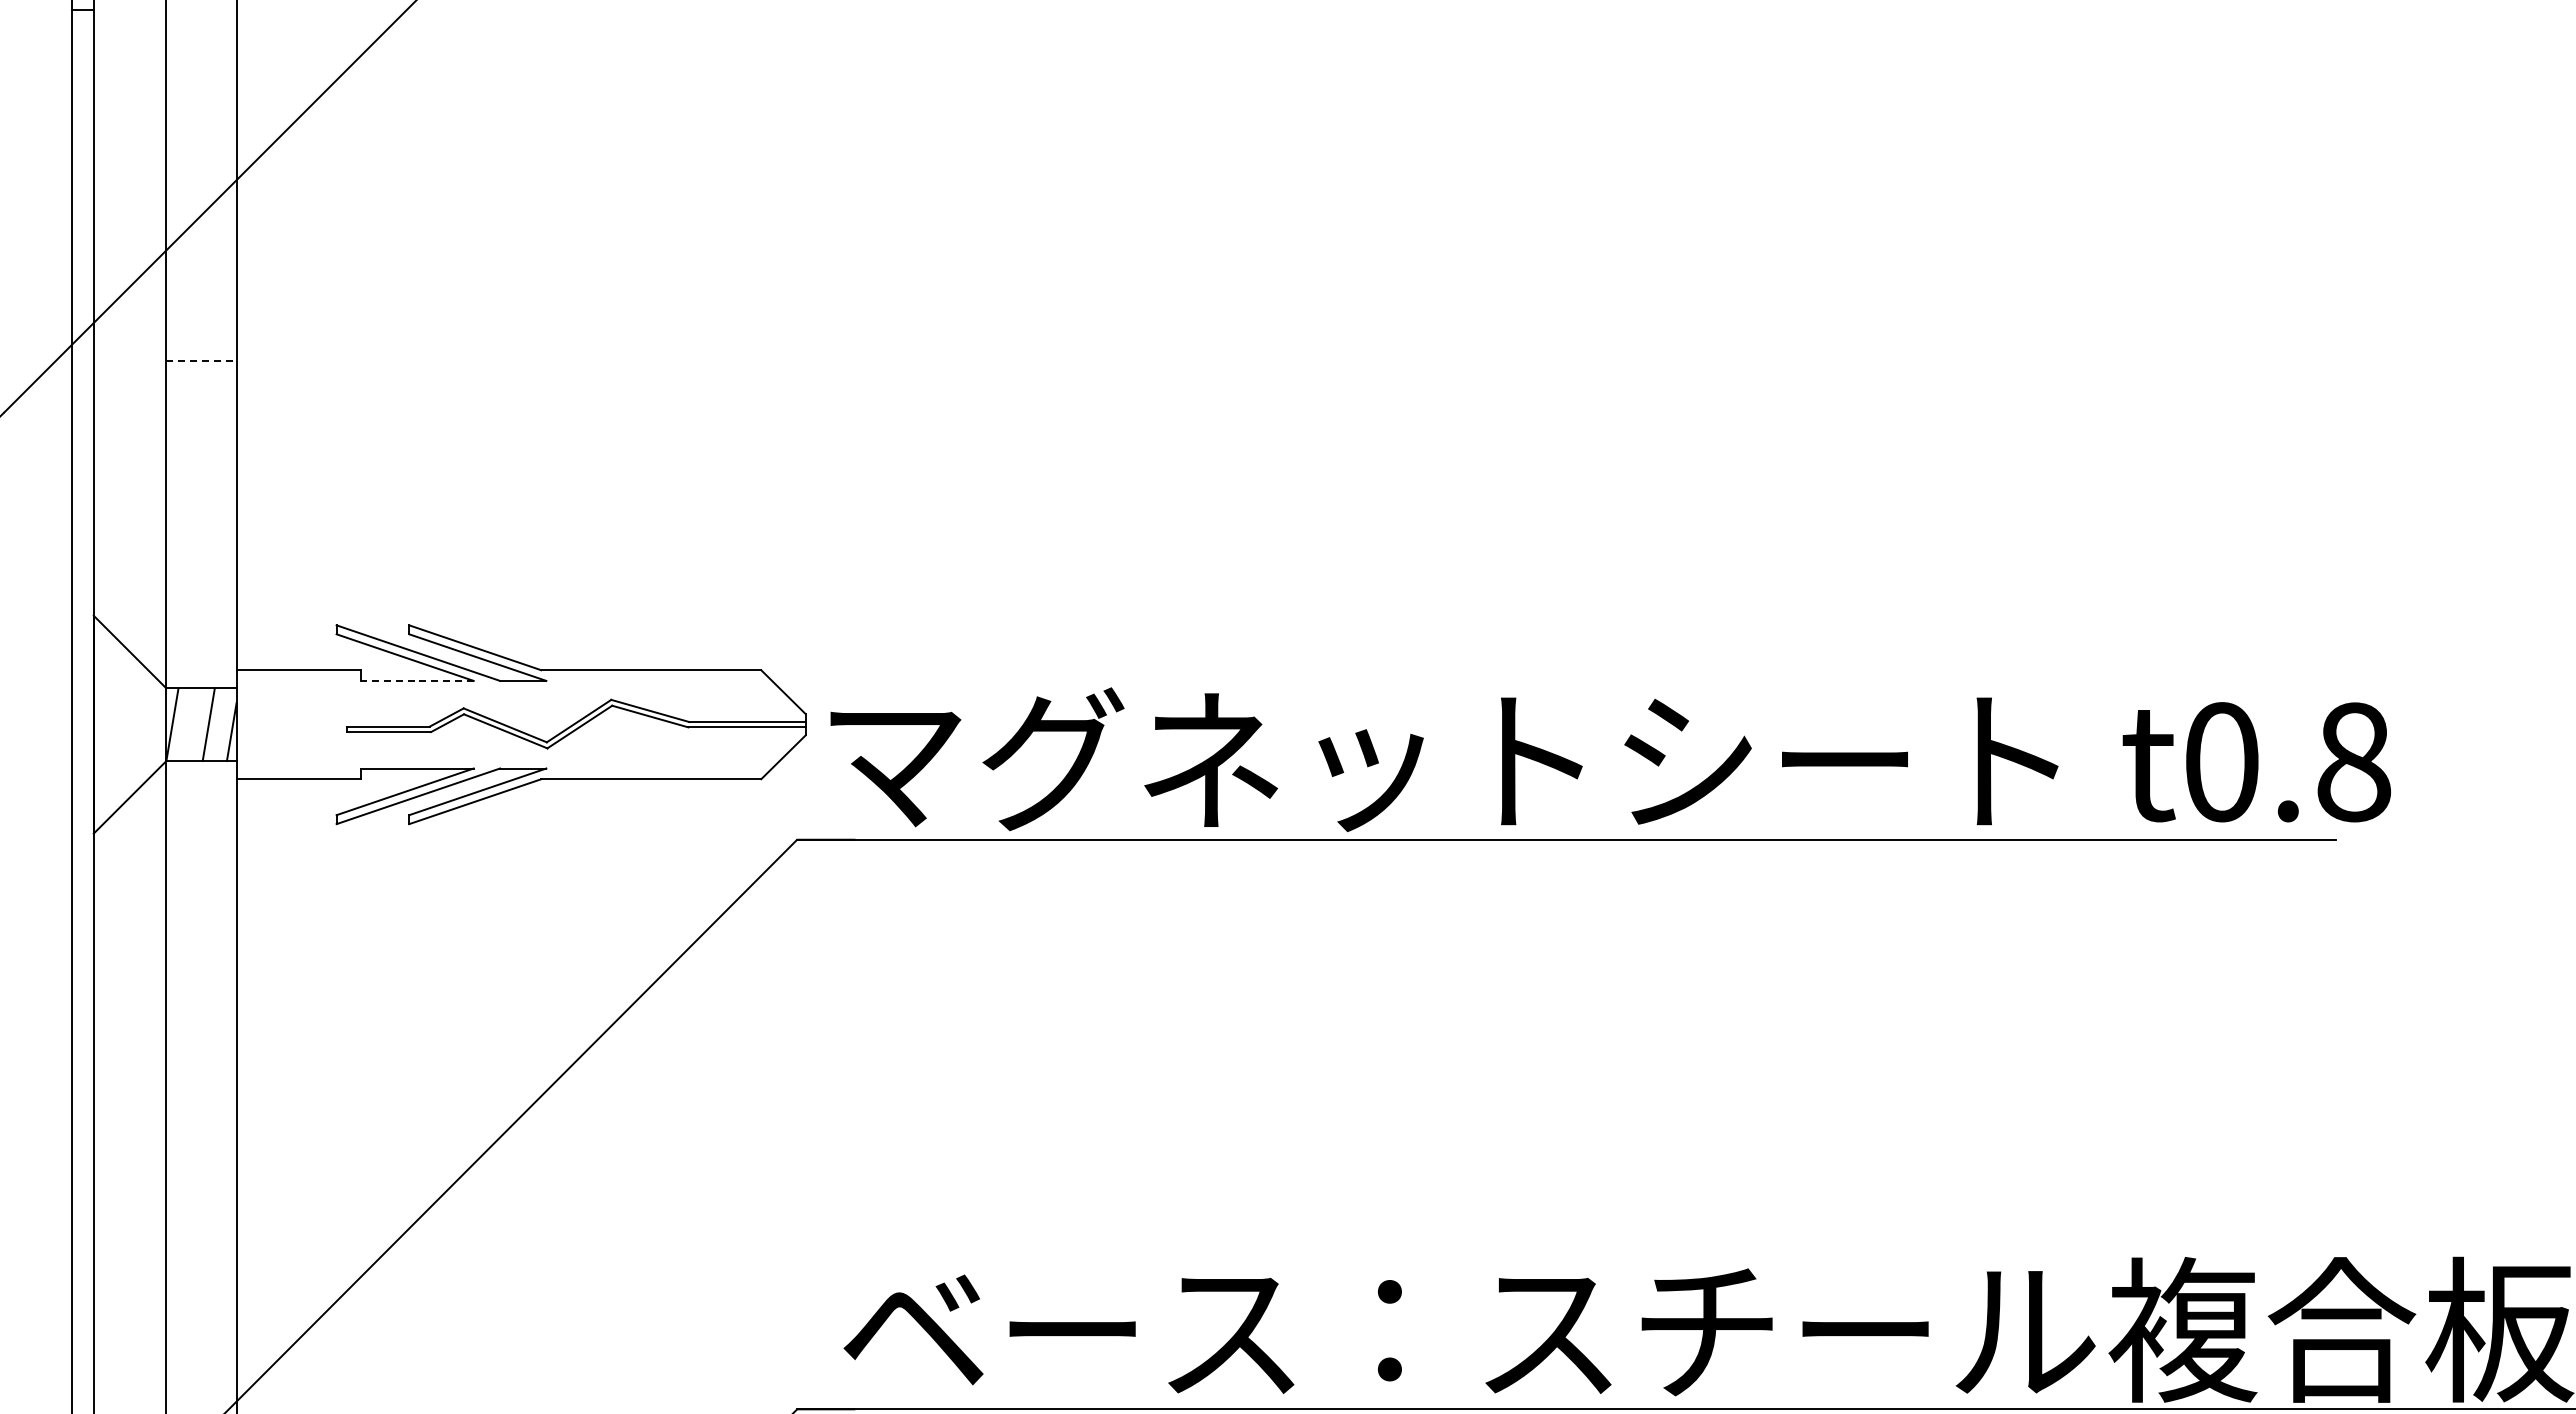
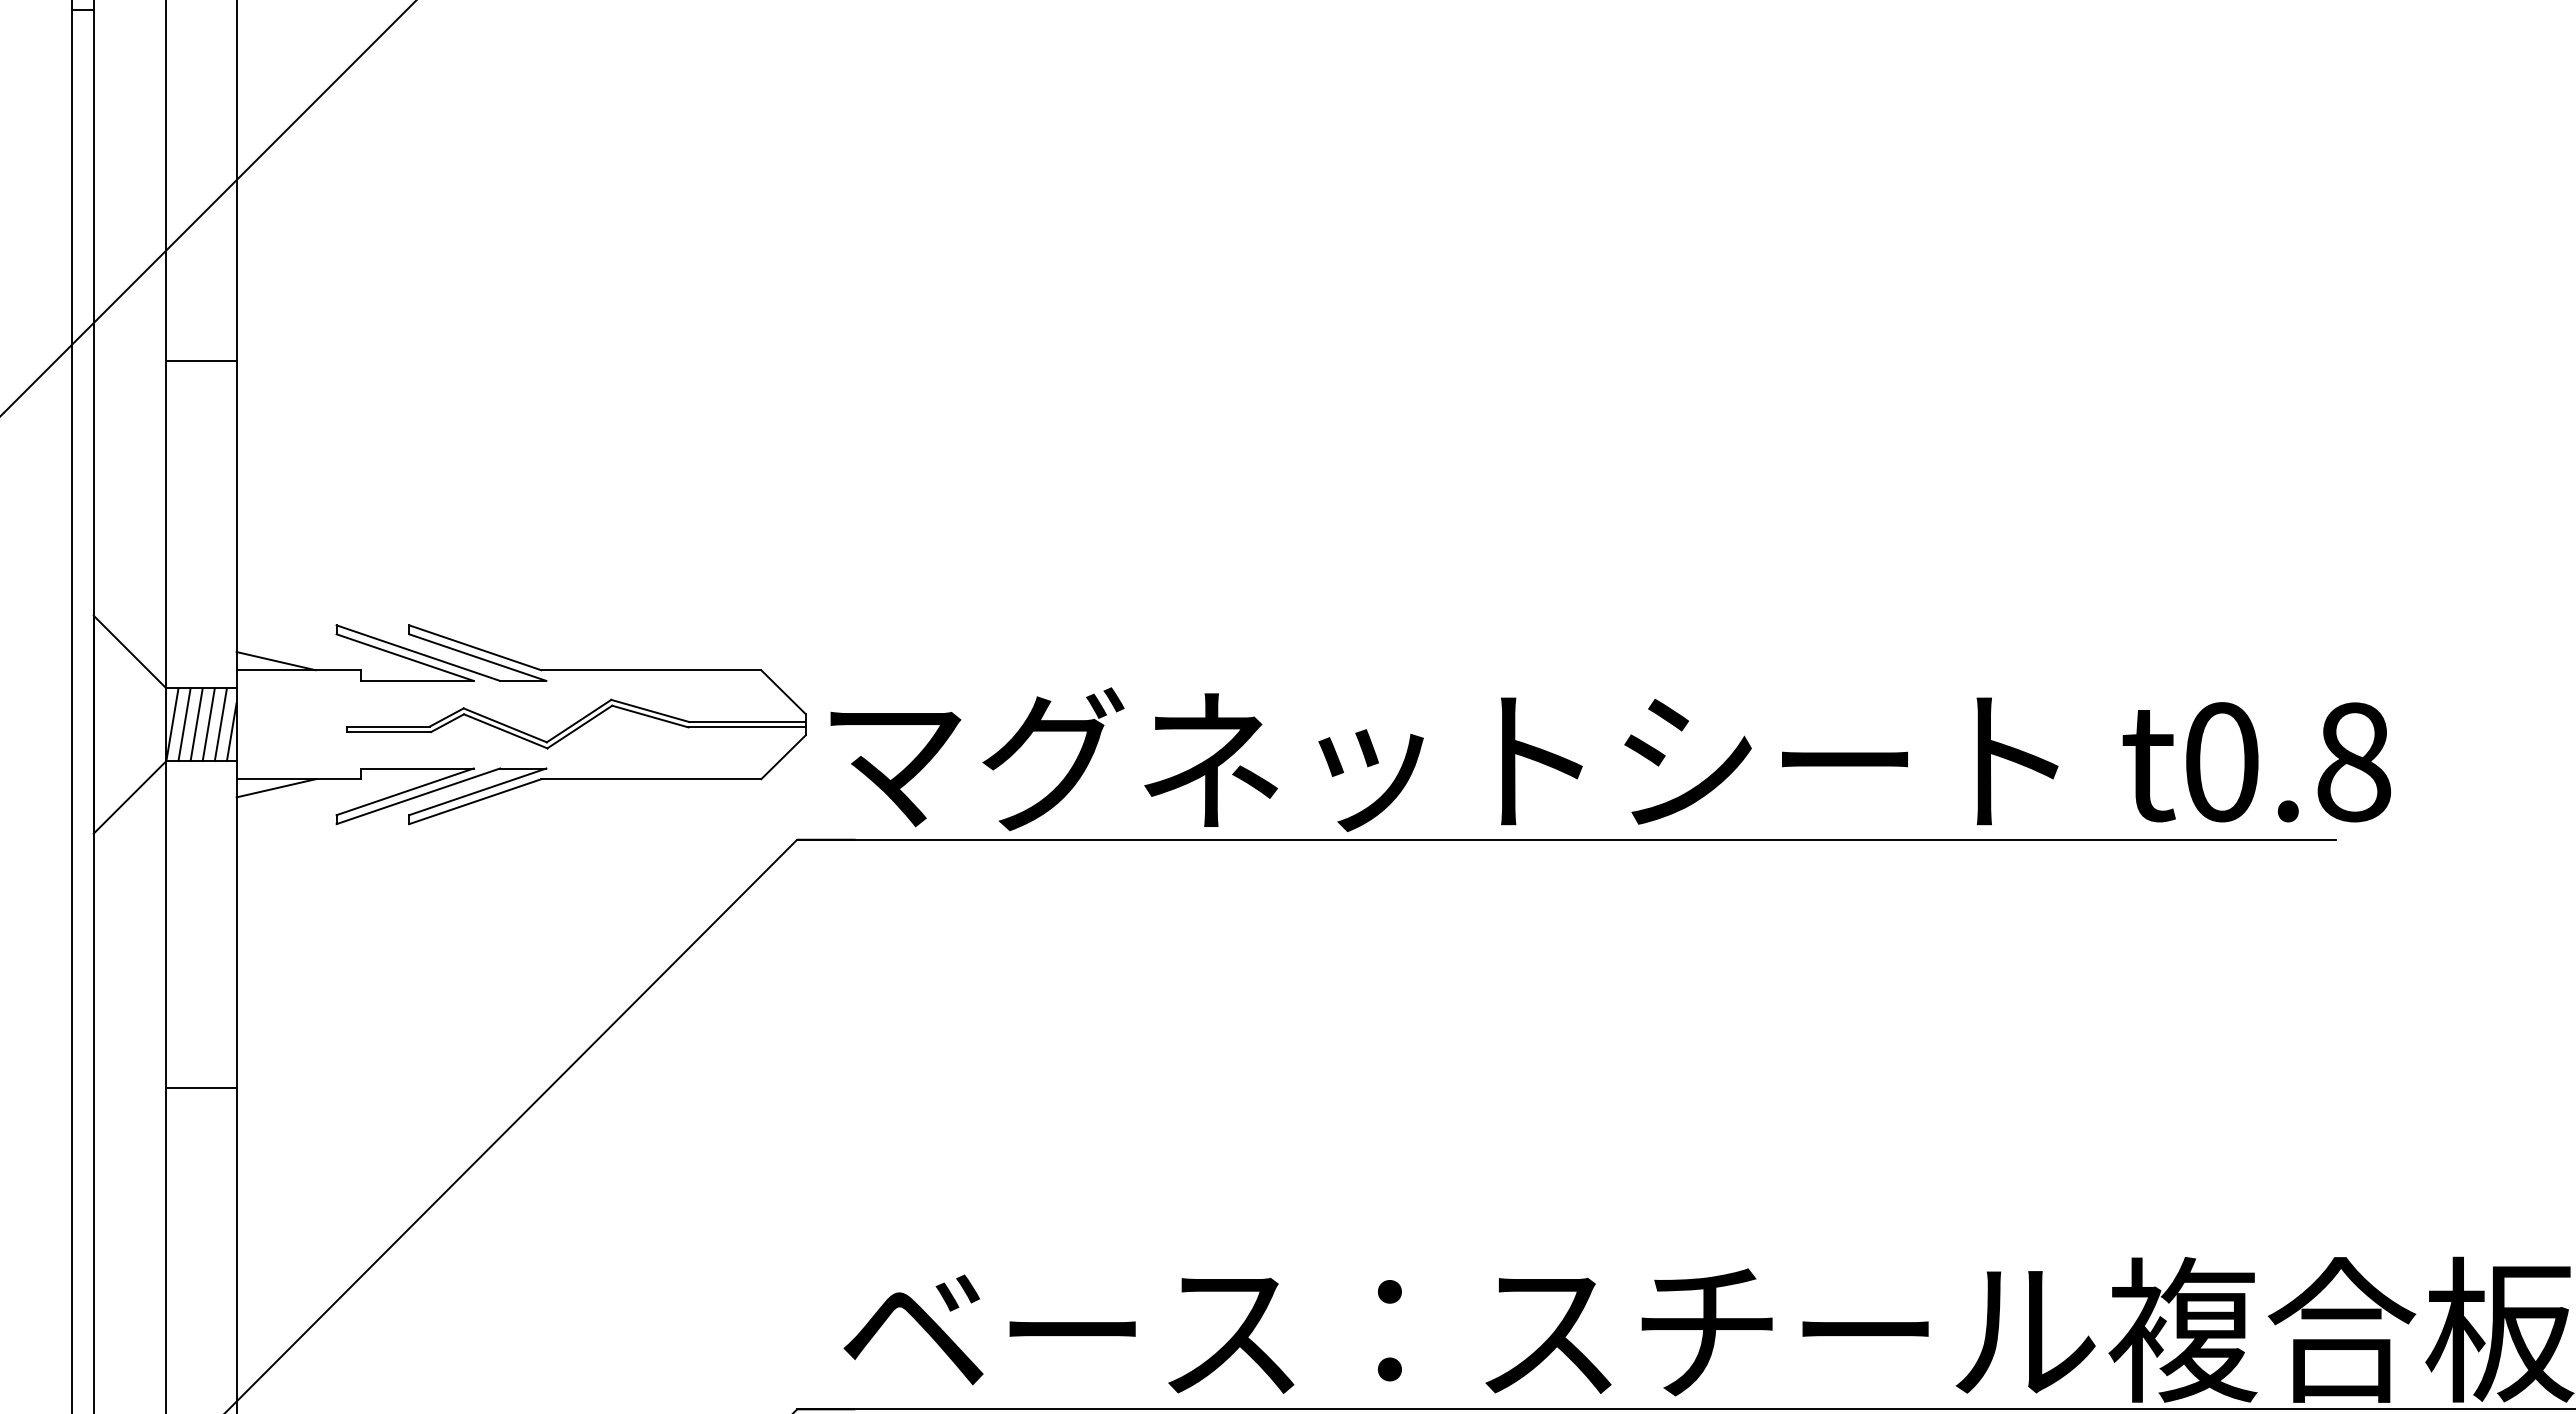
line at (202, 361): dashed -> solid
line at (275, 661): none -> present
line at (416, 680): dashed -> solid
line at (184, 724): none -> present
line at (196, 724): none -> present
line at (220, 724): none -> present
line at (275, 788): none -> present
line at (201, 1087): none -> present
